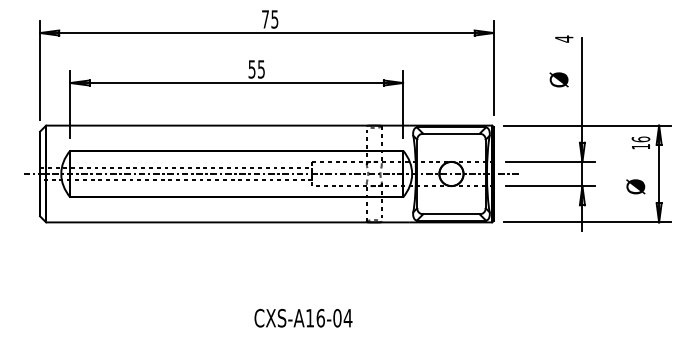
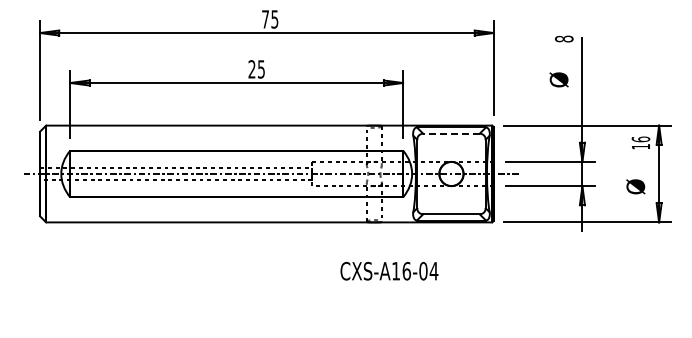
text at (564, 38): 4 -> 8
text at (251, 69): 55 -> 25
line at (450, 133): solid -> dashed
text at (303, 317) position: (303, 317) -> (389, 270)
